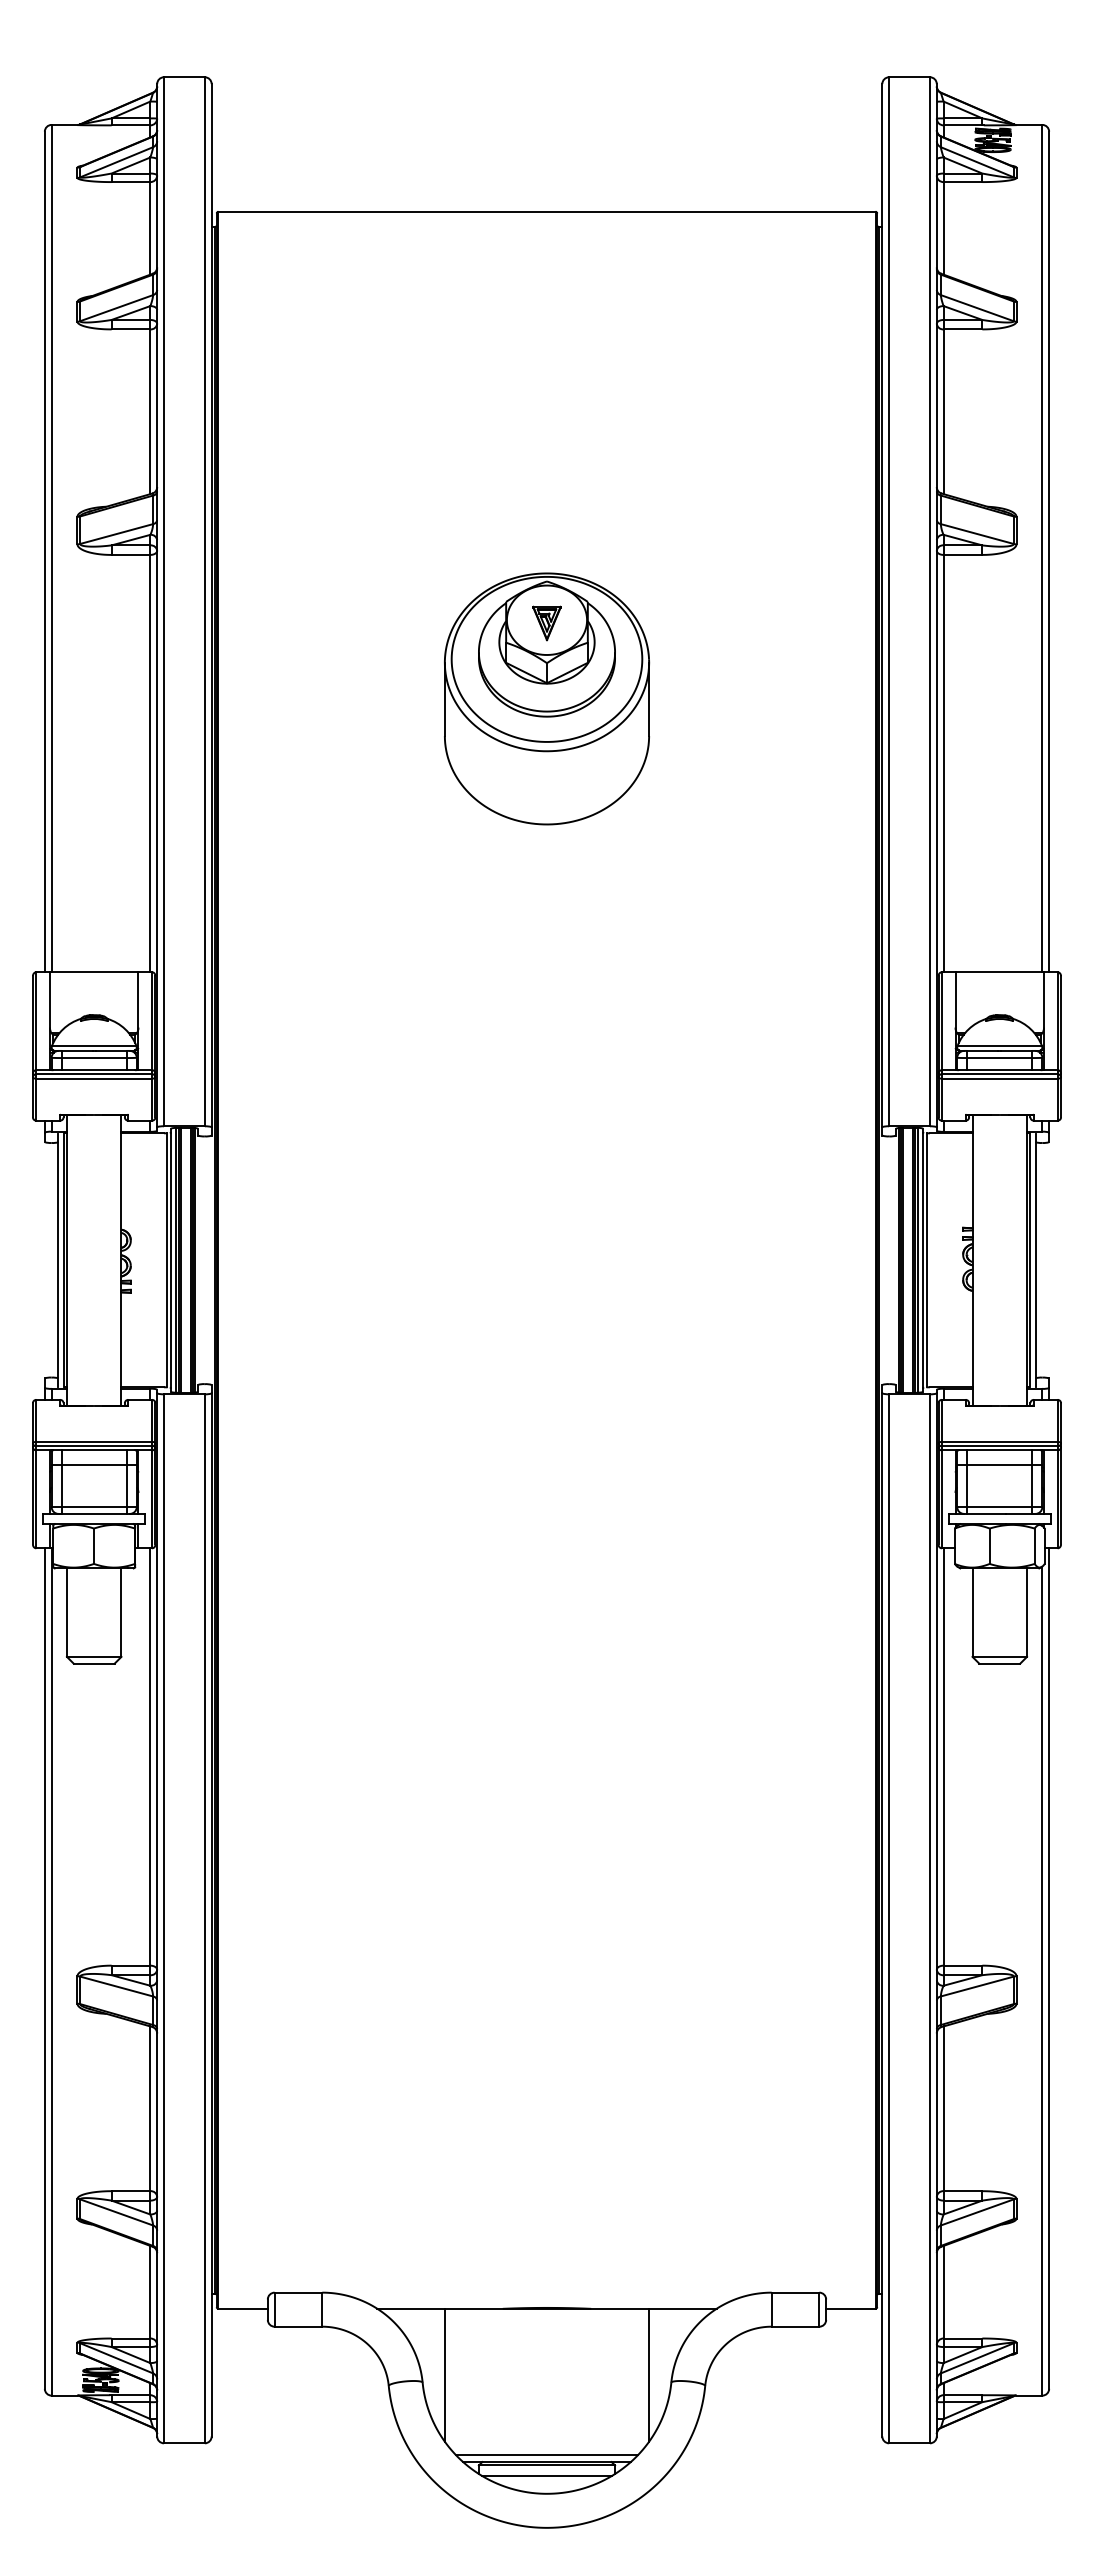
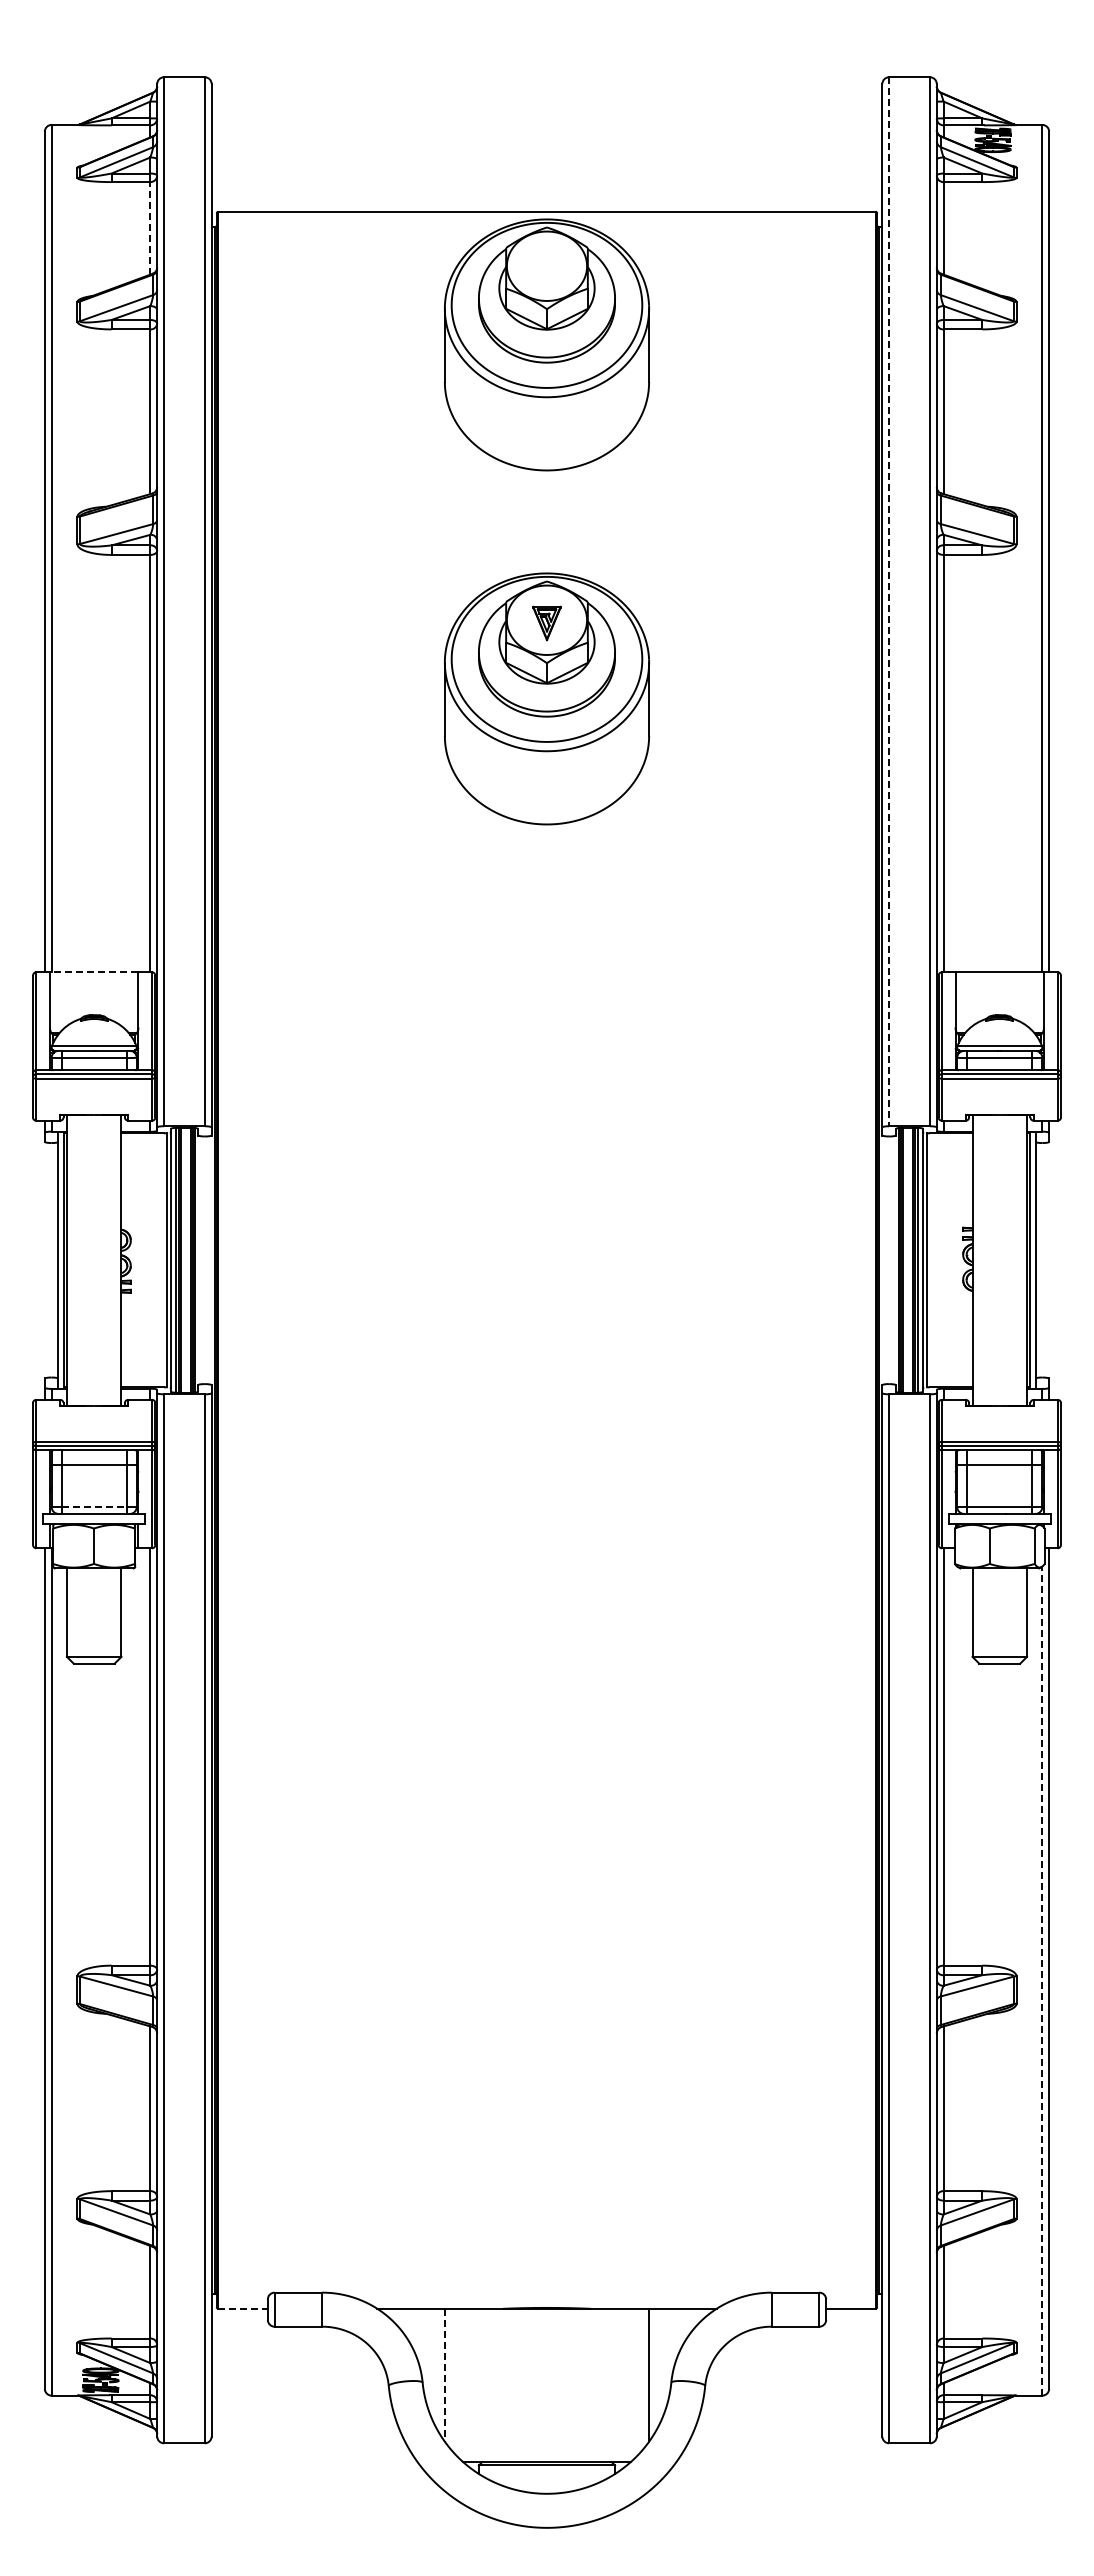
line at (150, 227): solid -> dashed
part at (546, 344): none -> present
line at (889, 601): solid -> dashed
line at (93, 972): solid -> dashed
line at (94, 1507): solid -> dashed
line at (1042, 1981): solid -> dashed
line at (243, 2308): solid -> dashed
line at (444, 2375): solid -> dashed
line at (546, 2455): present -> none
line at (546, 2475): present -> none
